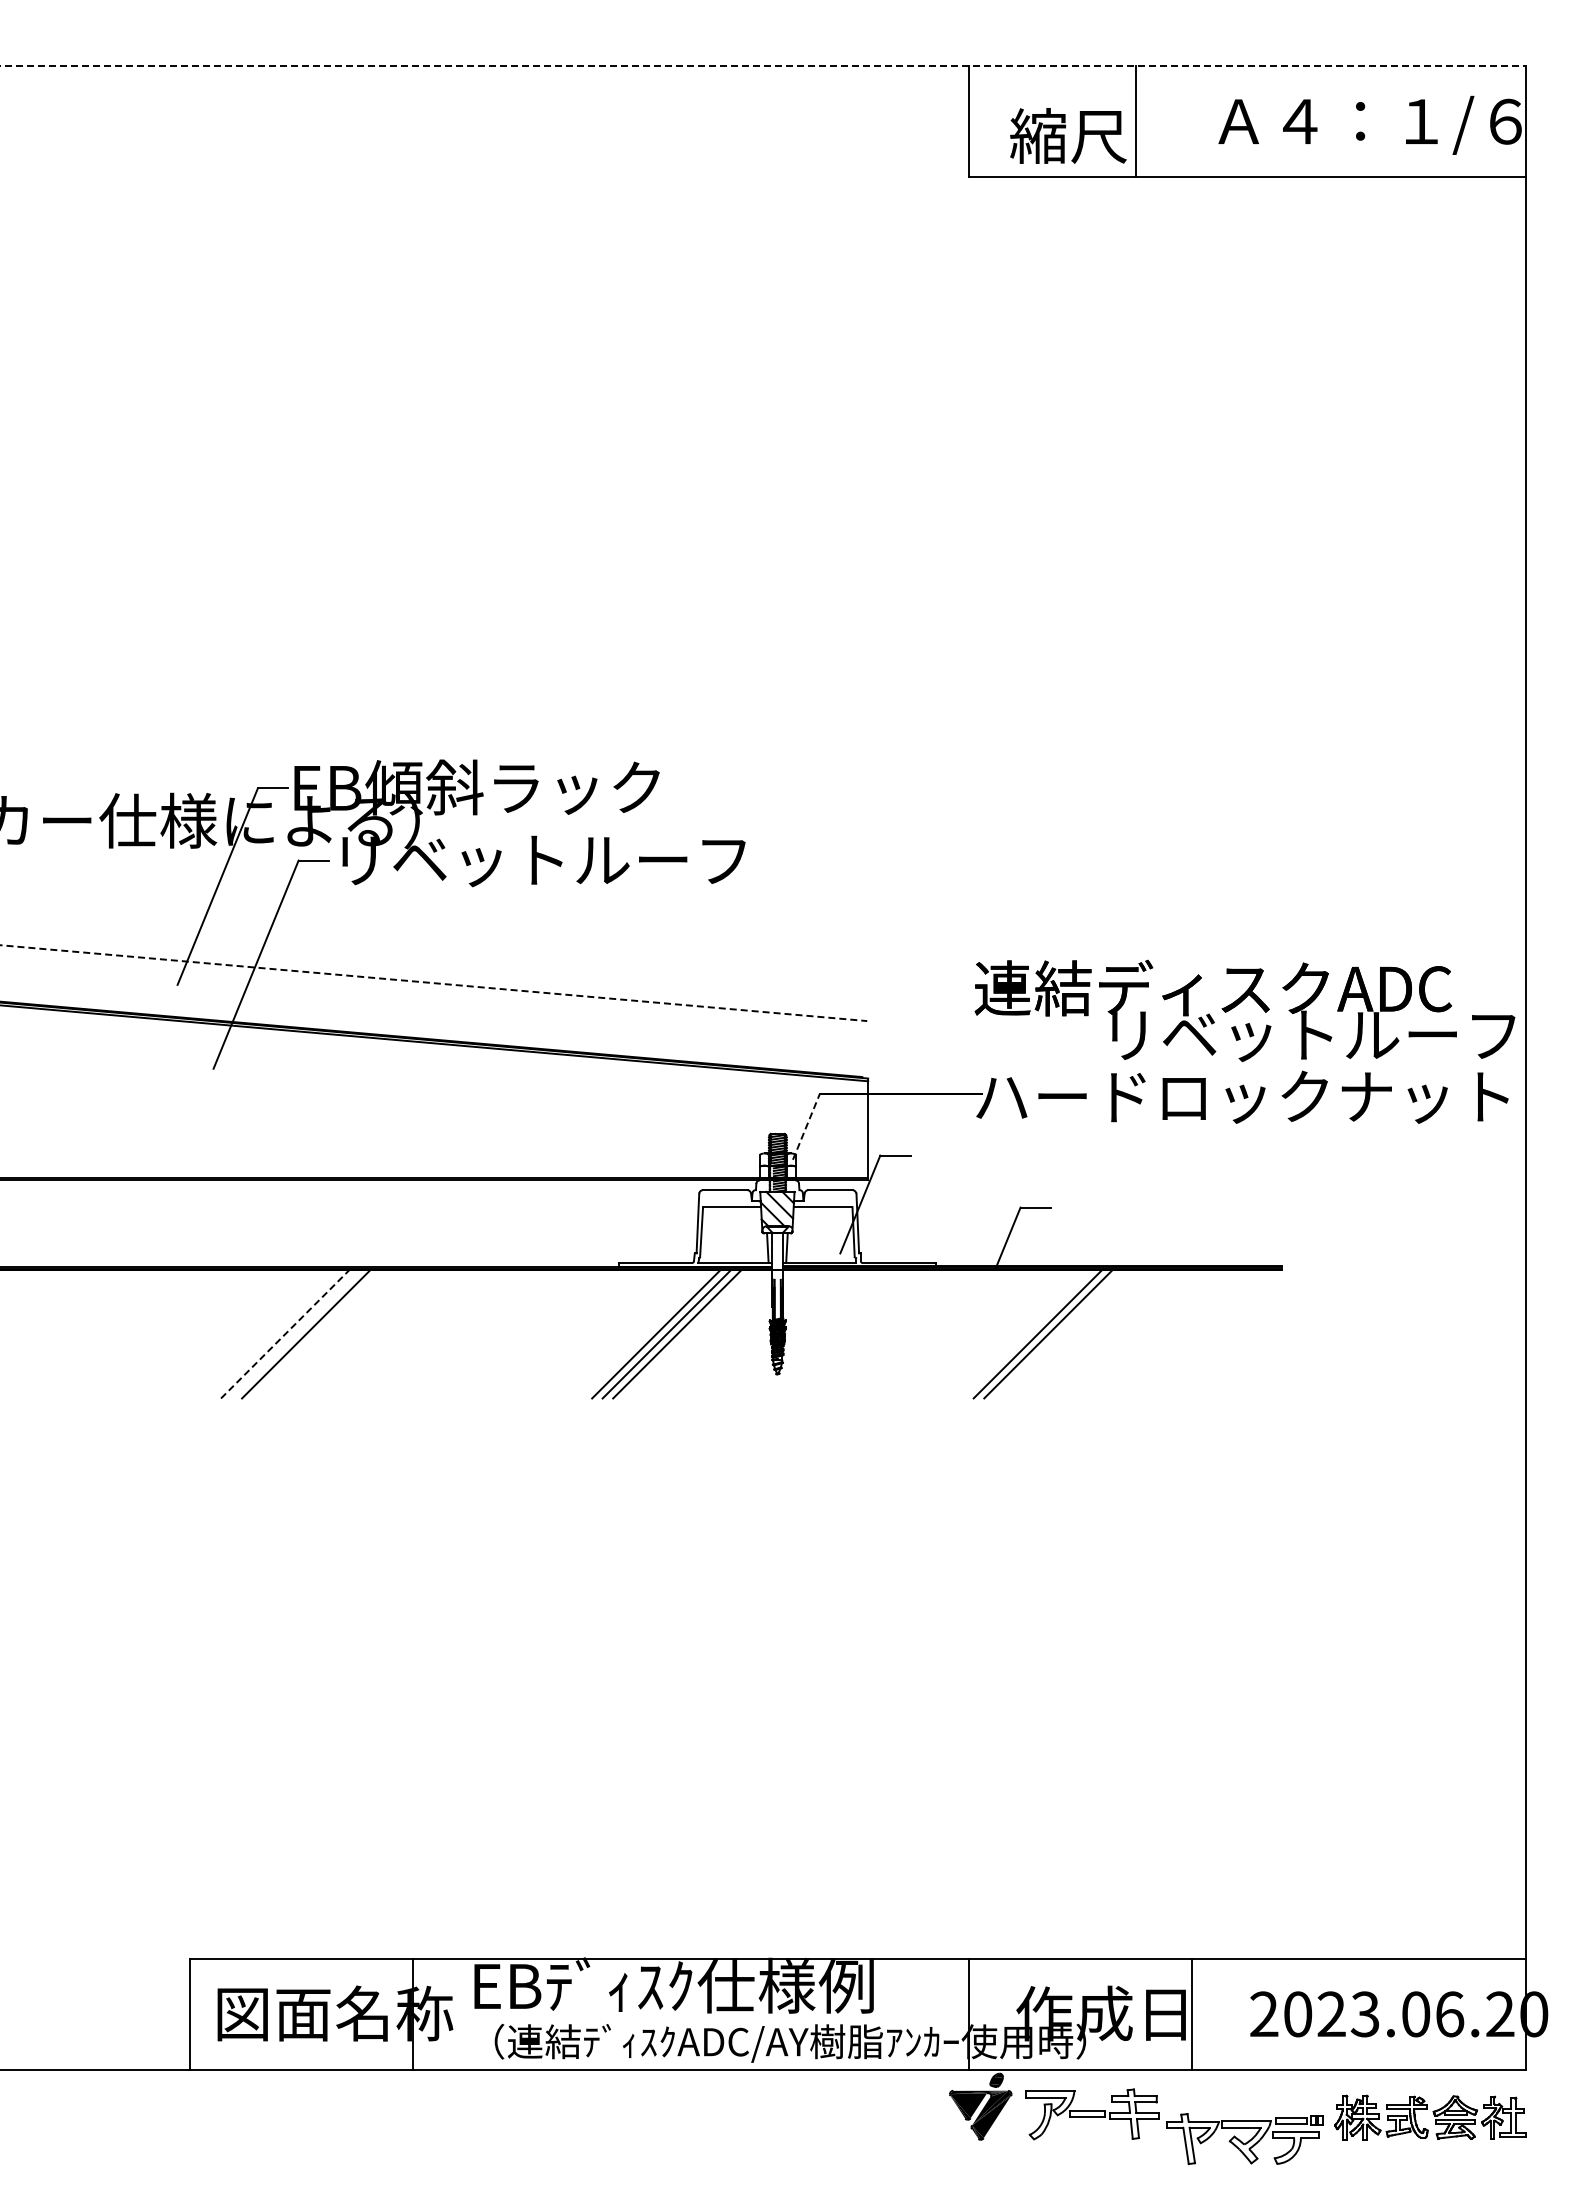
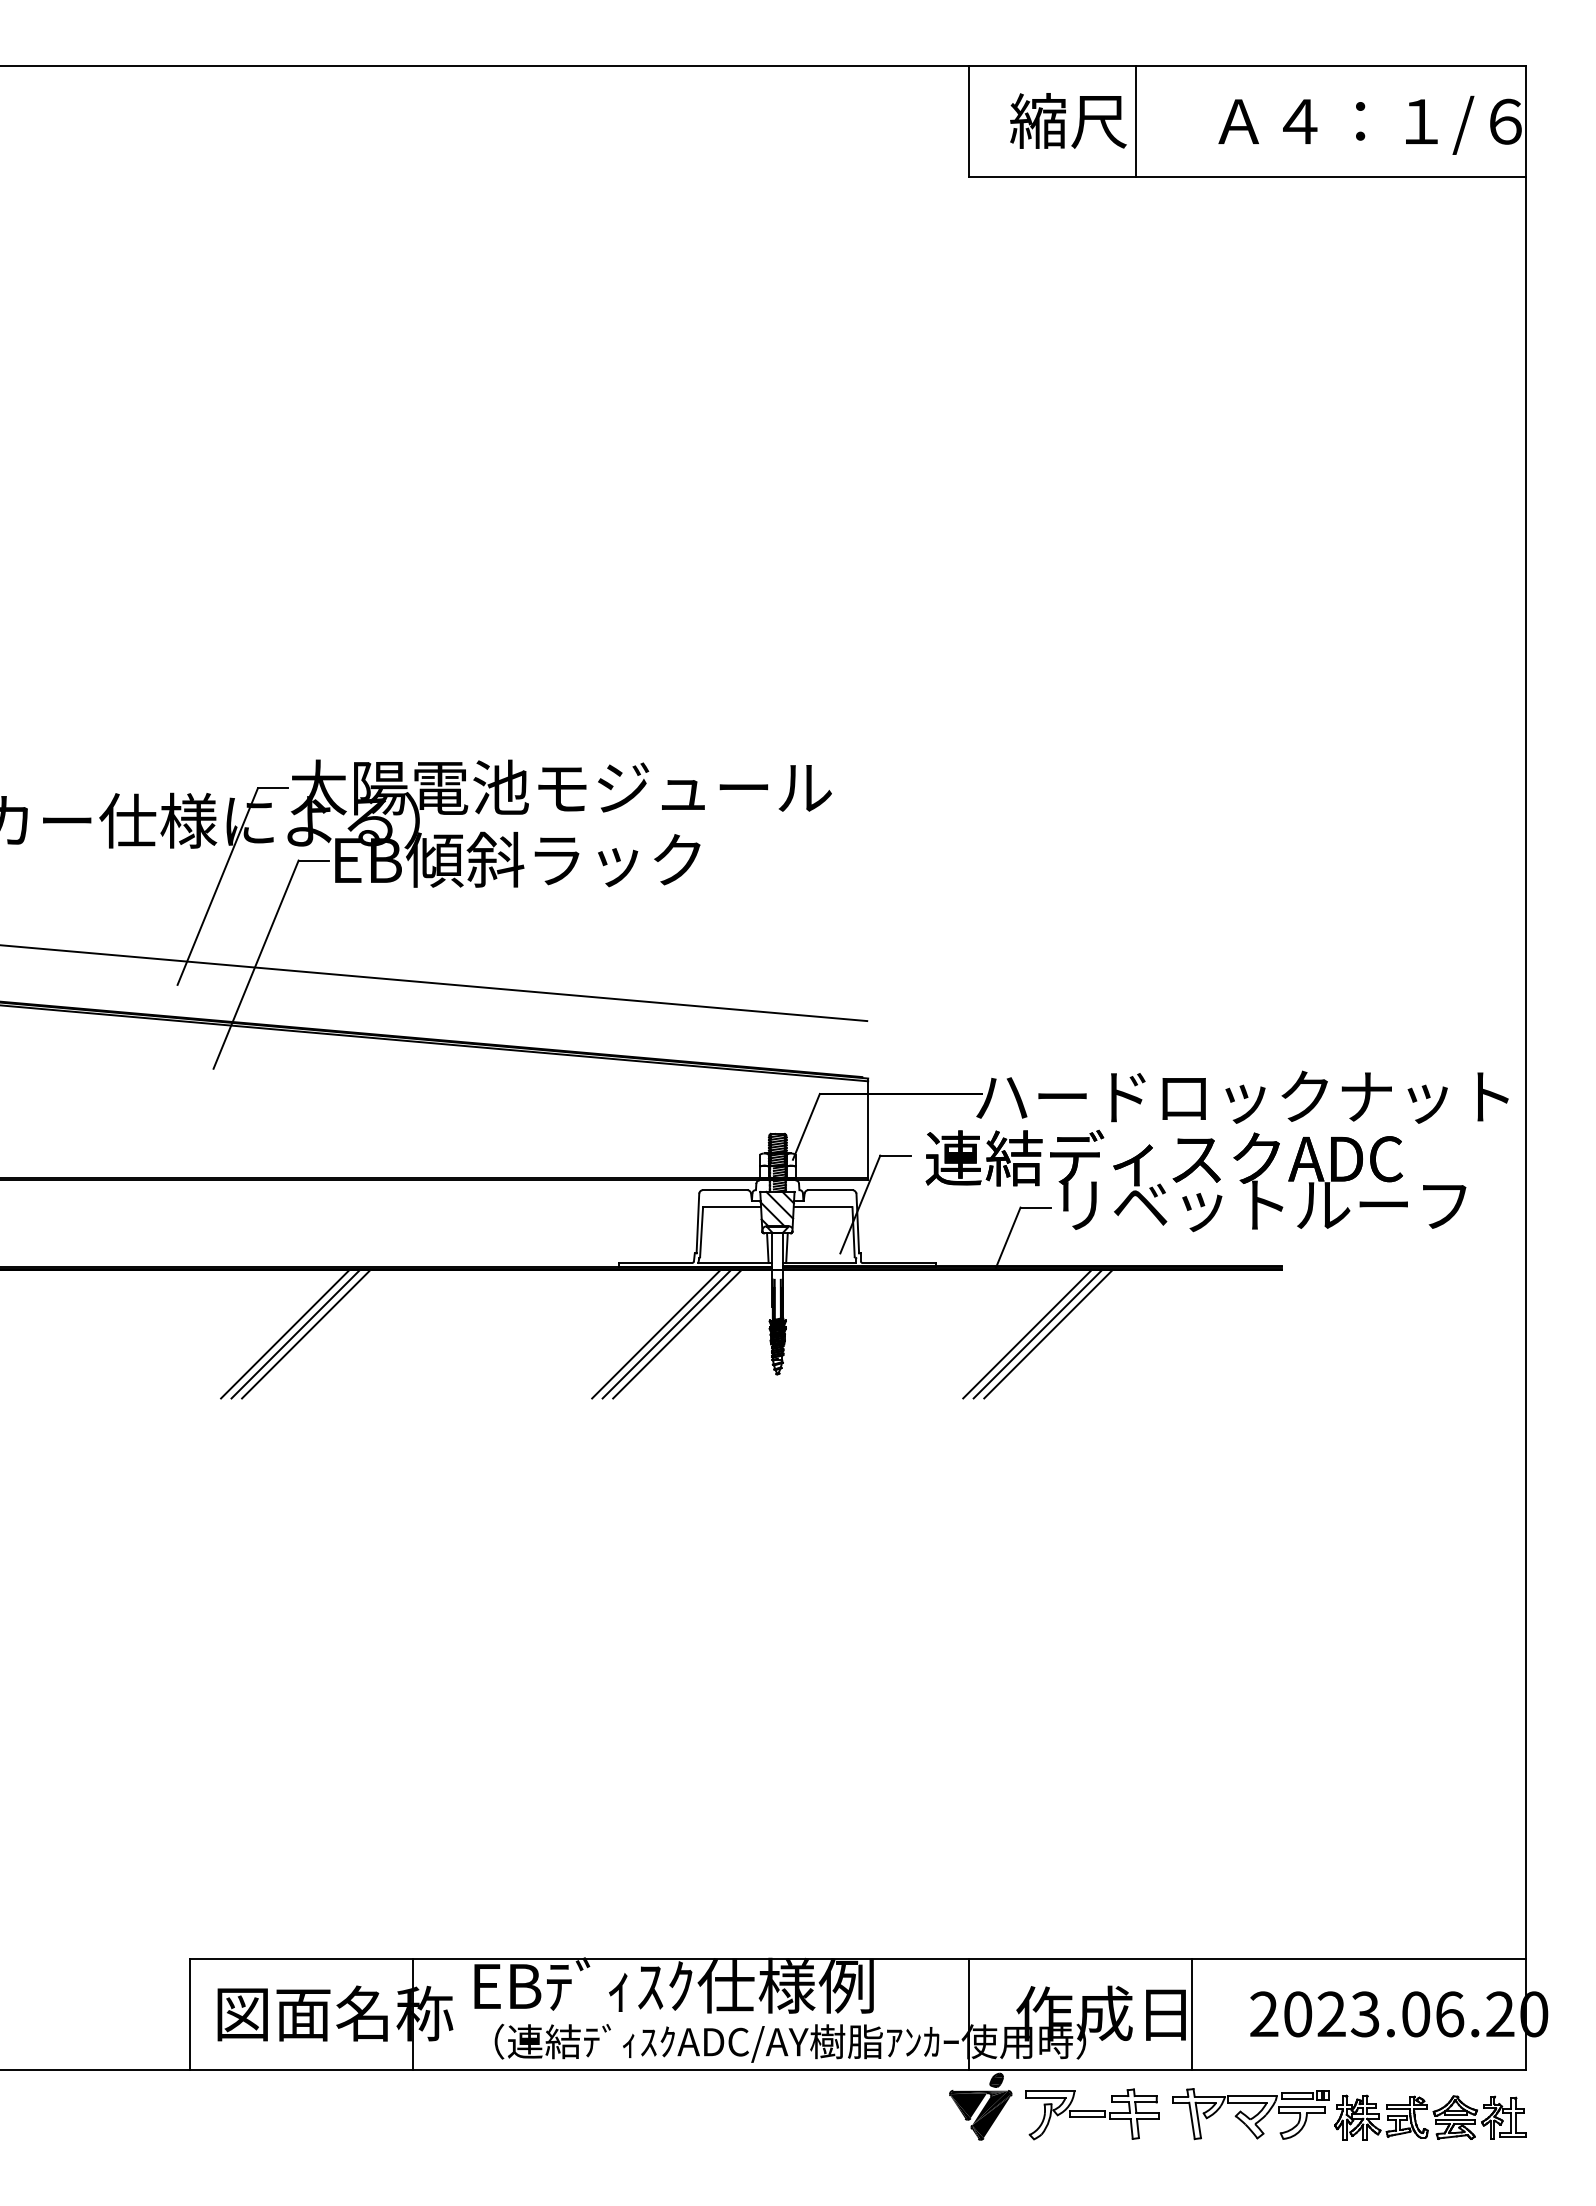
line at (763, 66): dashed -> solid
text at (1068, 135) position: (1068, 135) -> (1068, 120)
text at (560, 787): EB傾斜ラック -> 太陽電池モジュール
text at (540, 859): リベットルーフ -> EB傾斜ラック
line at (433, 983): dashed -> solid
text at (1244, 1010) position: (1244, 1010) -> (1195, 1180)
line at (806, 1126): dashed -> solid
line at (285, 1334): dashed -> solid
line at (295, 1334): none -> present
line at (1027, 1334): none -> present
part at (1244, 2139) position: (1244, 2139) -> (1250, 2114)
